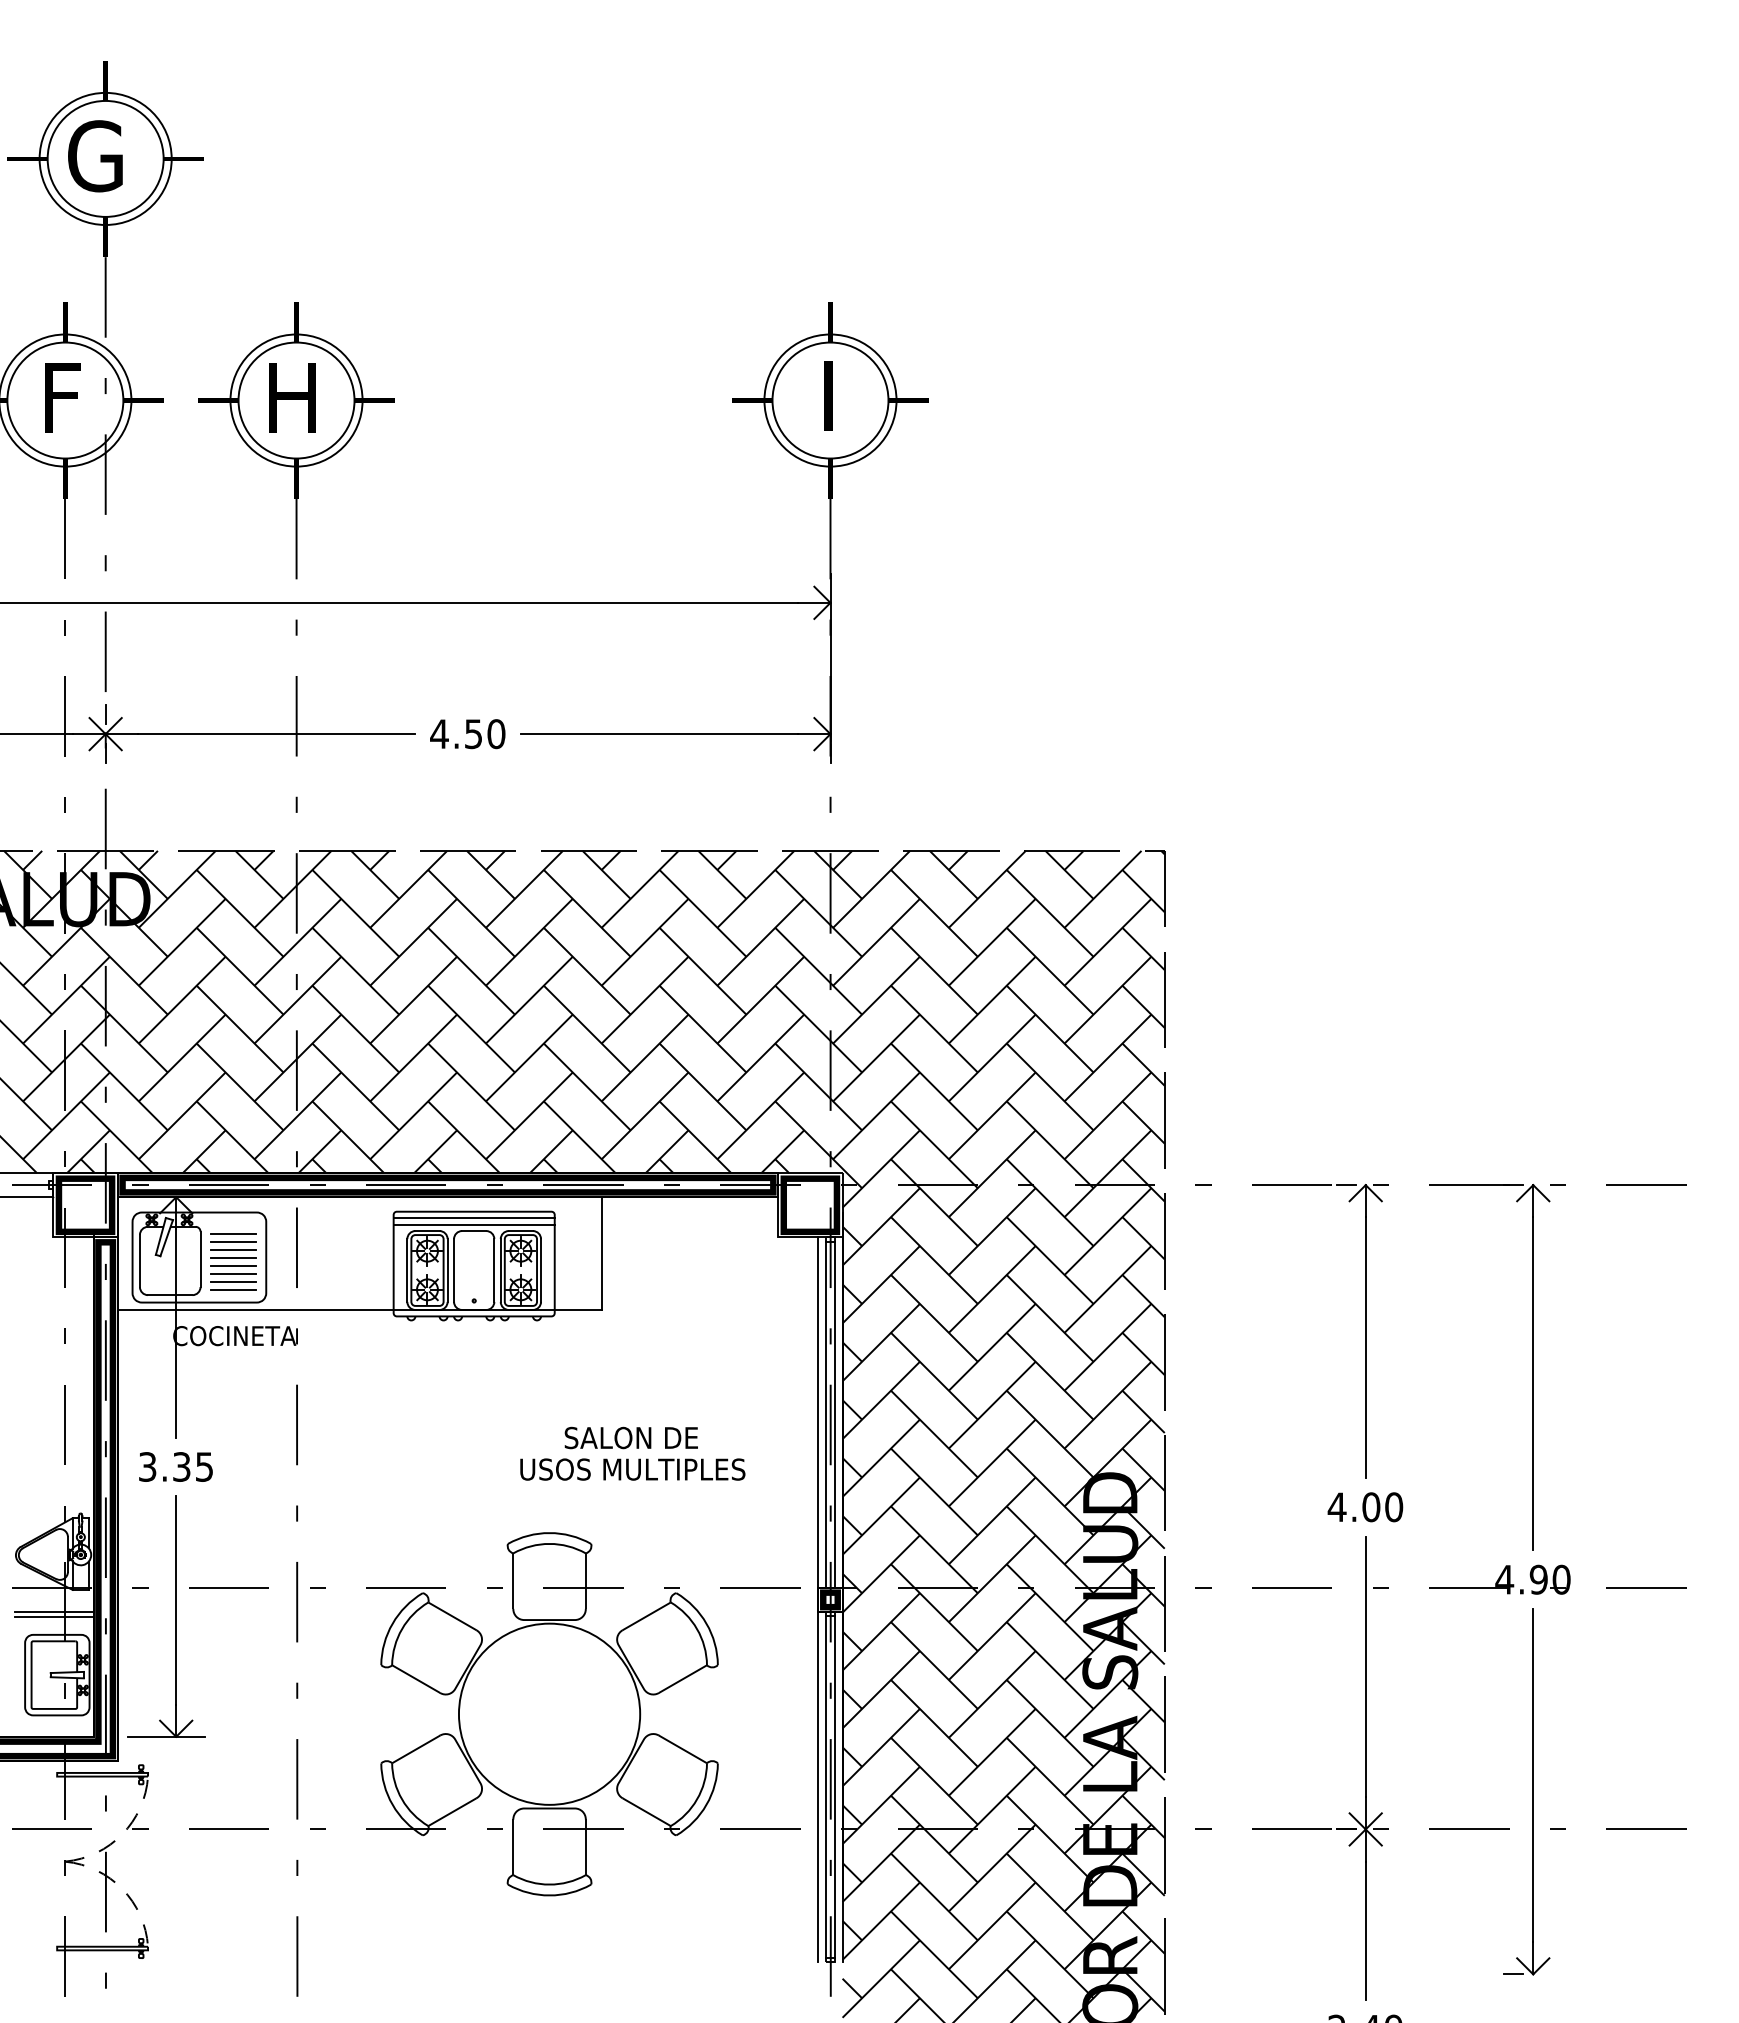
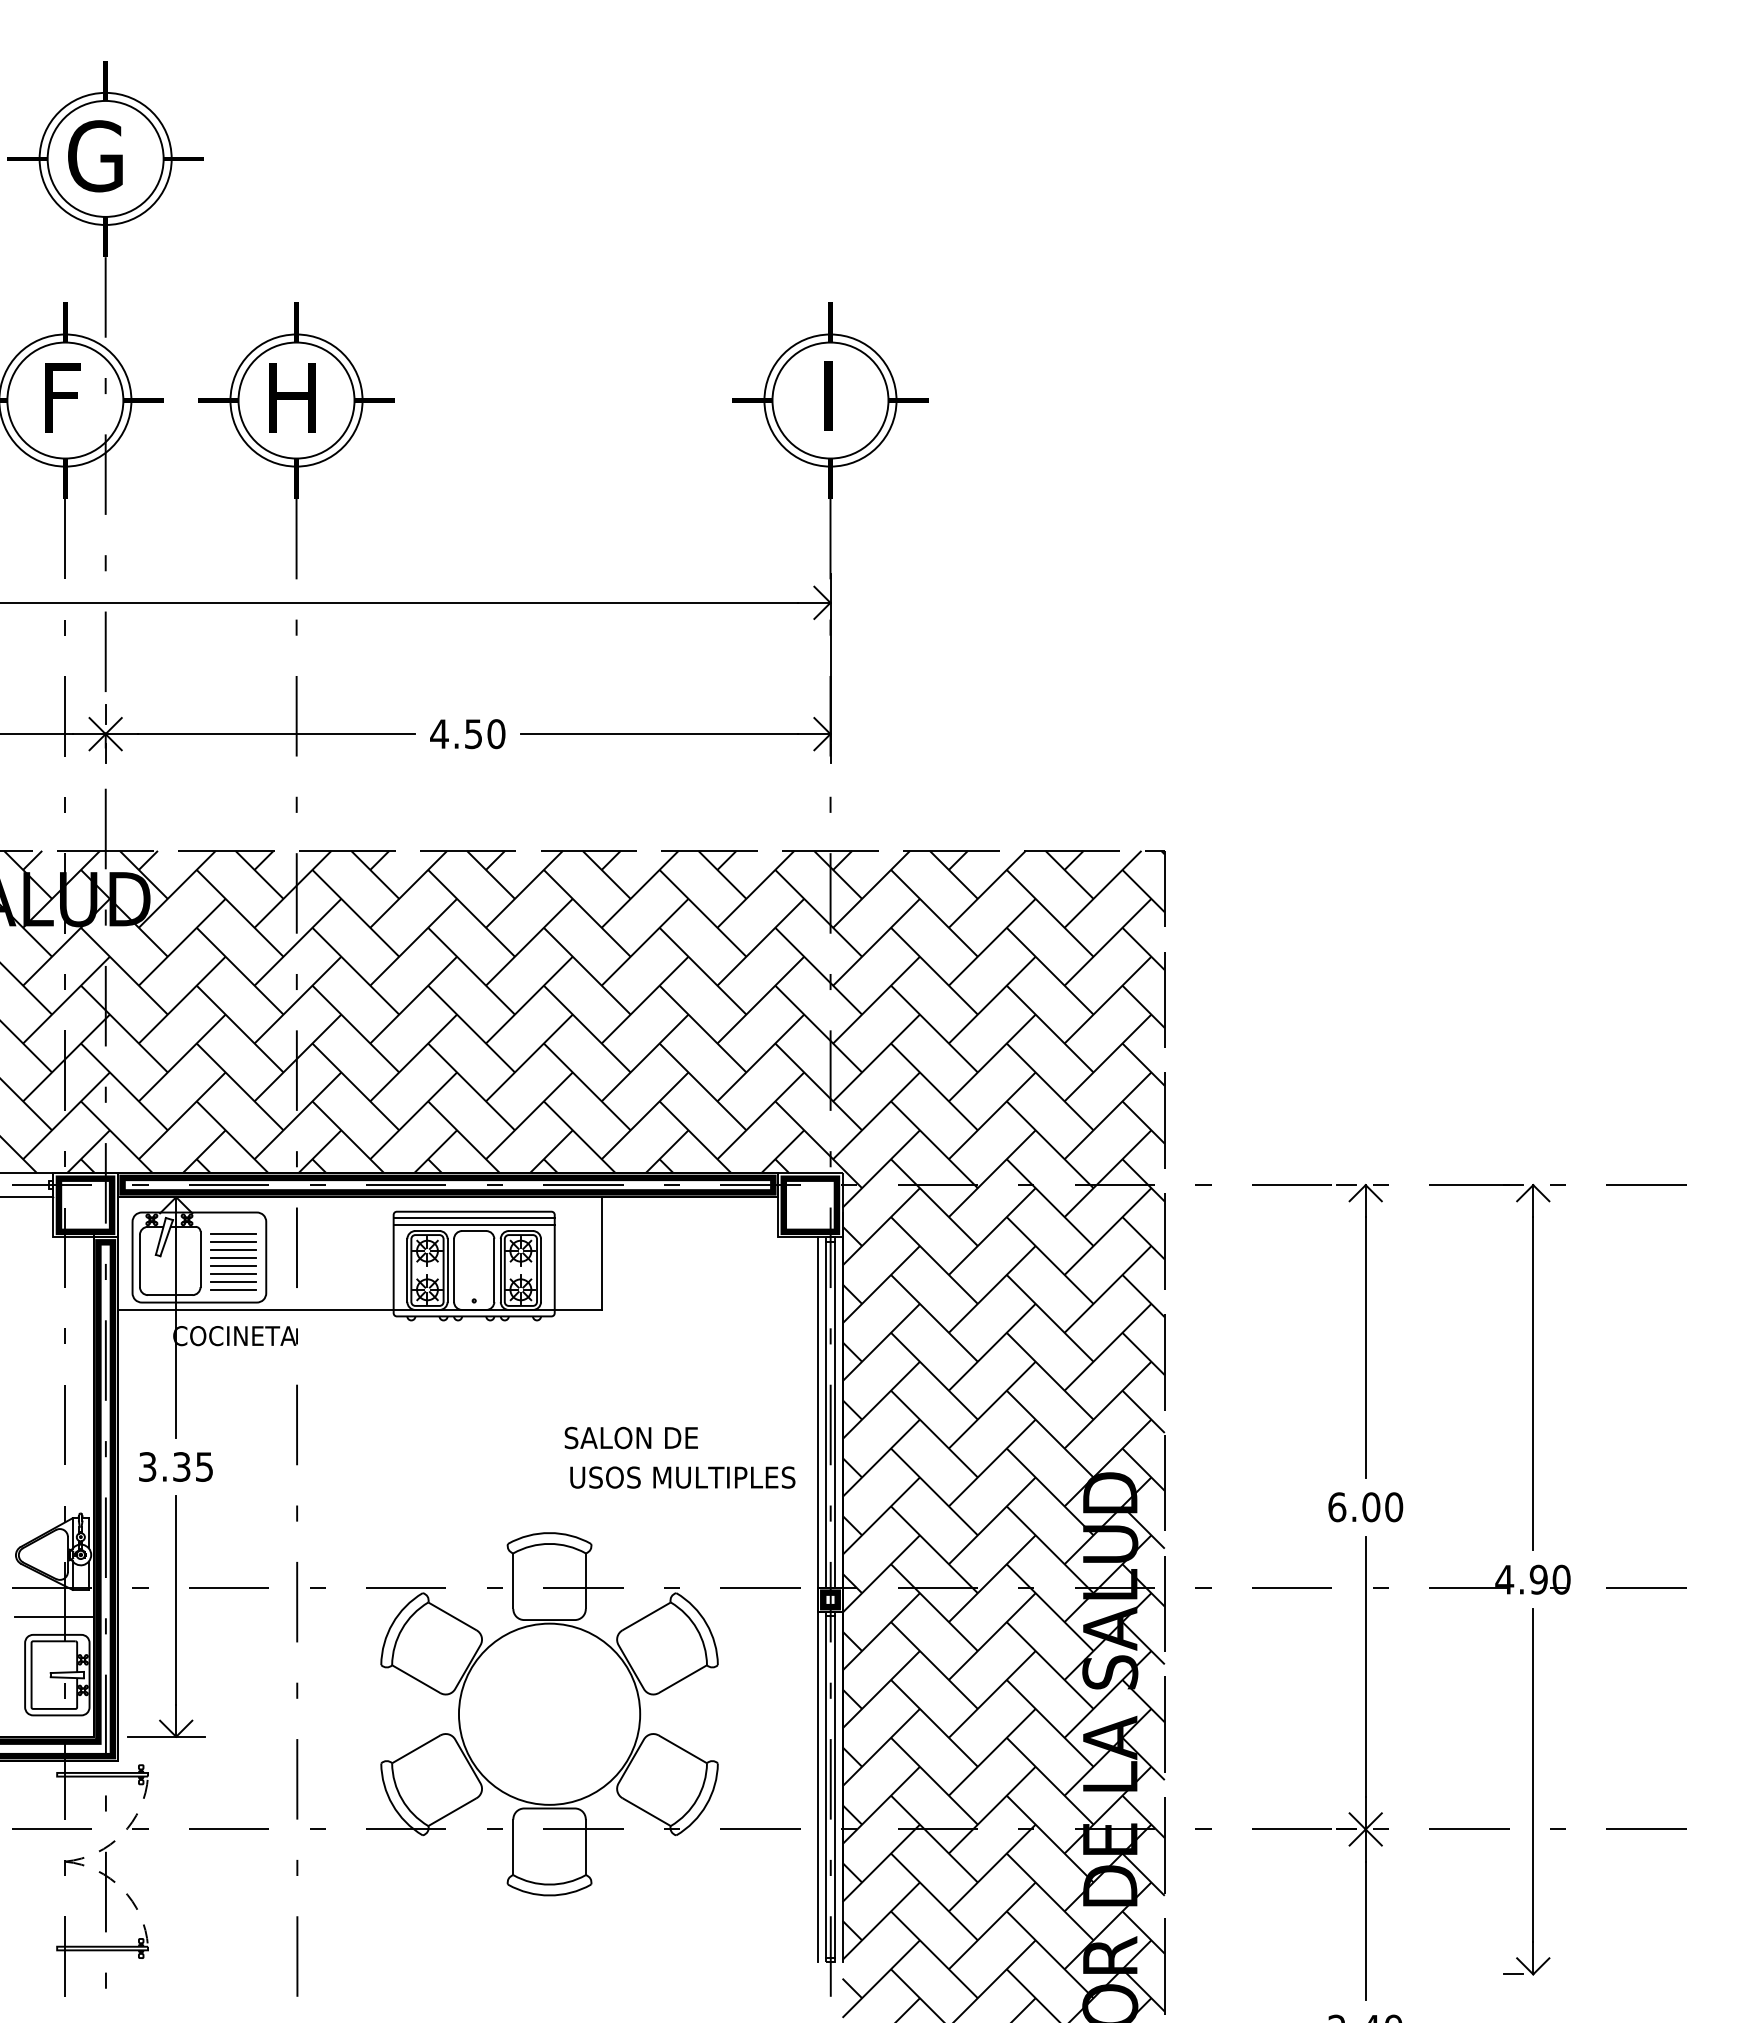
text at (632, 1469) position: (632, 1469) -> (682, 1477)
text at (1336, 1507): 4.00 -> 6.00
line at (54, 1611): present -> none
